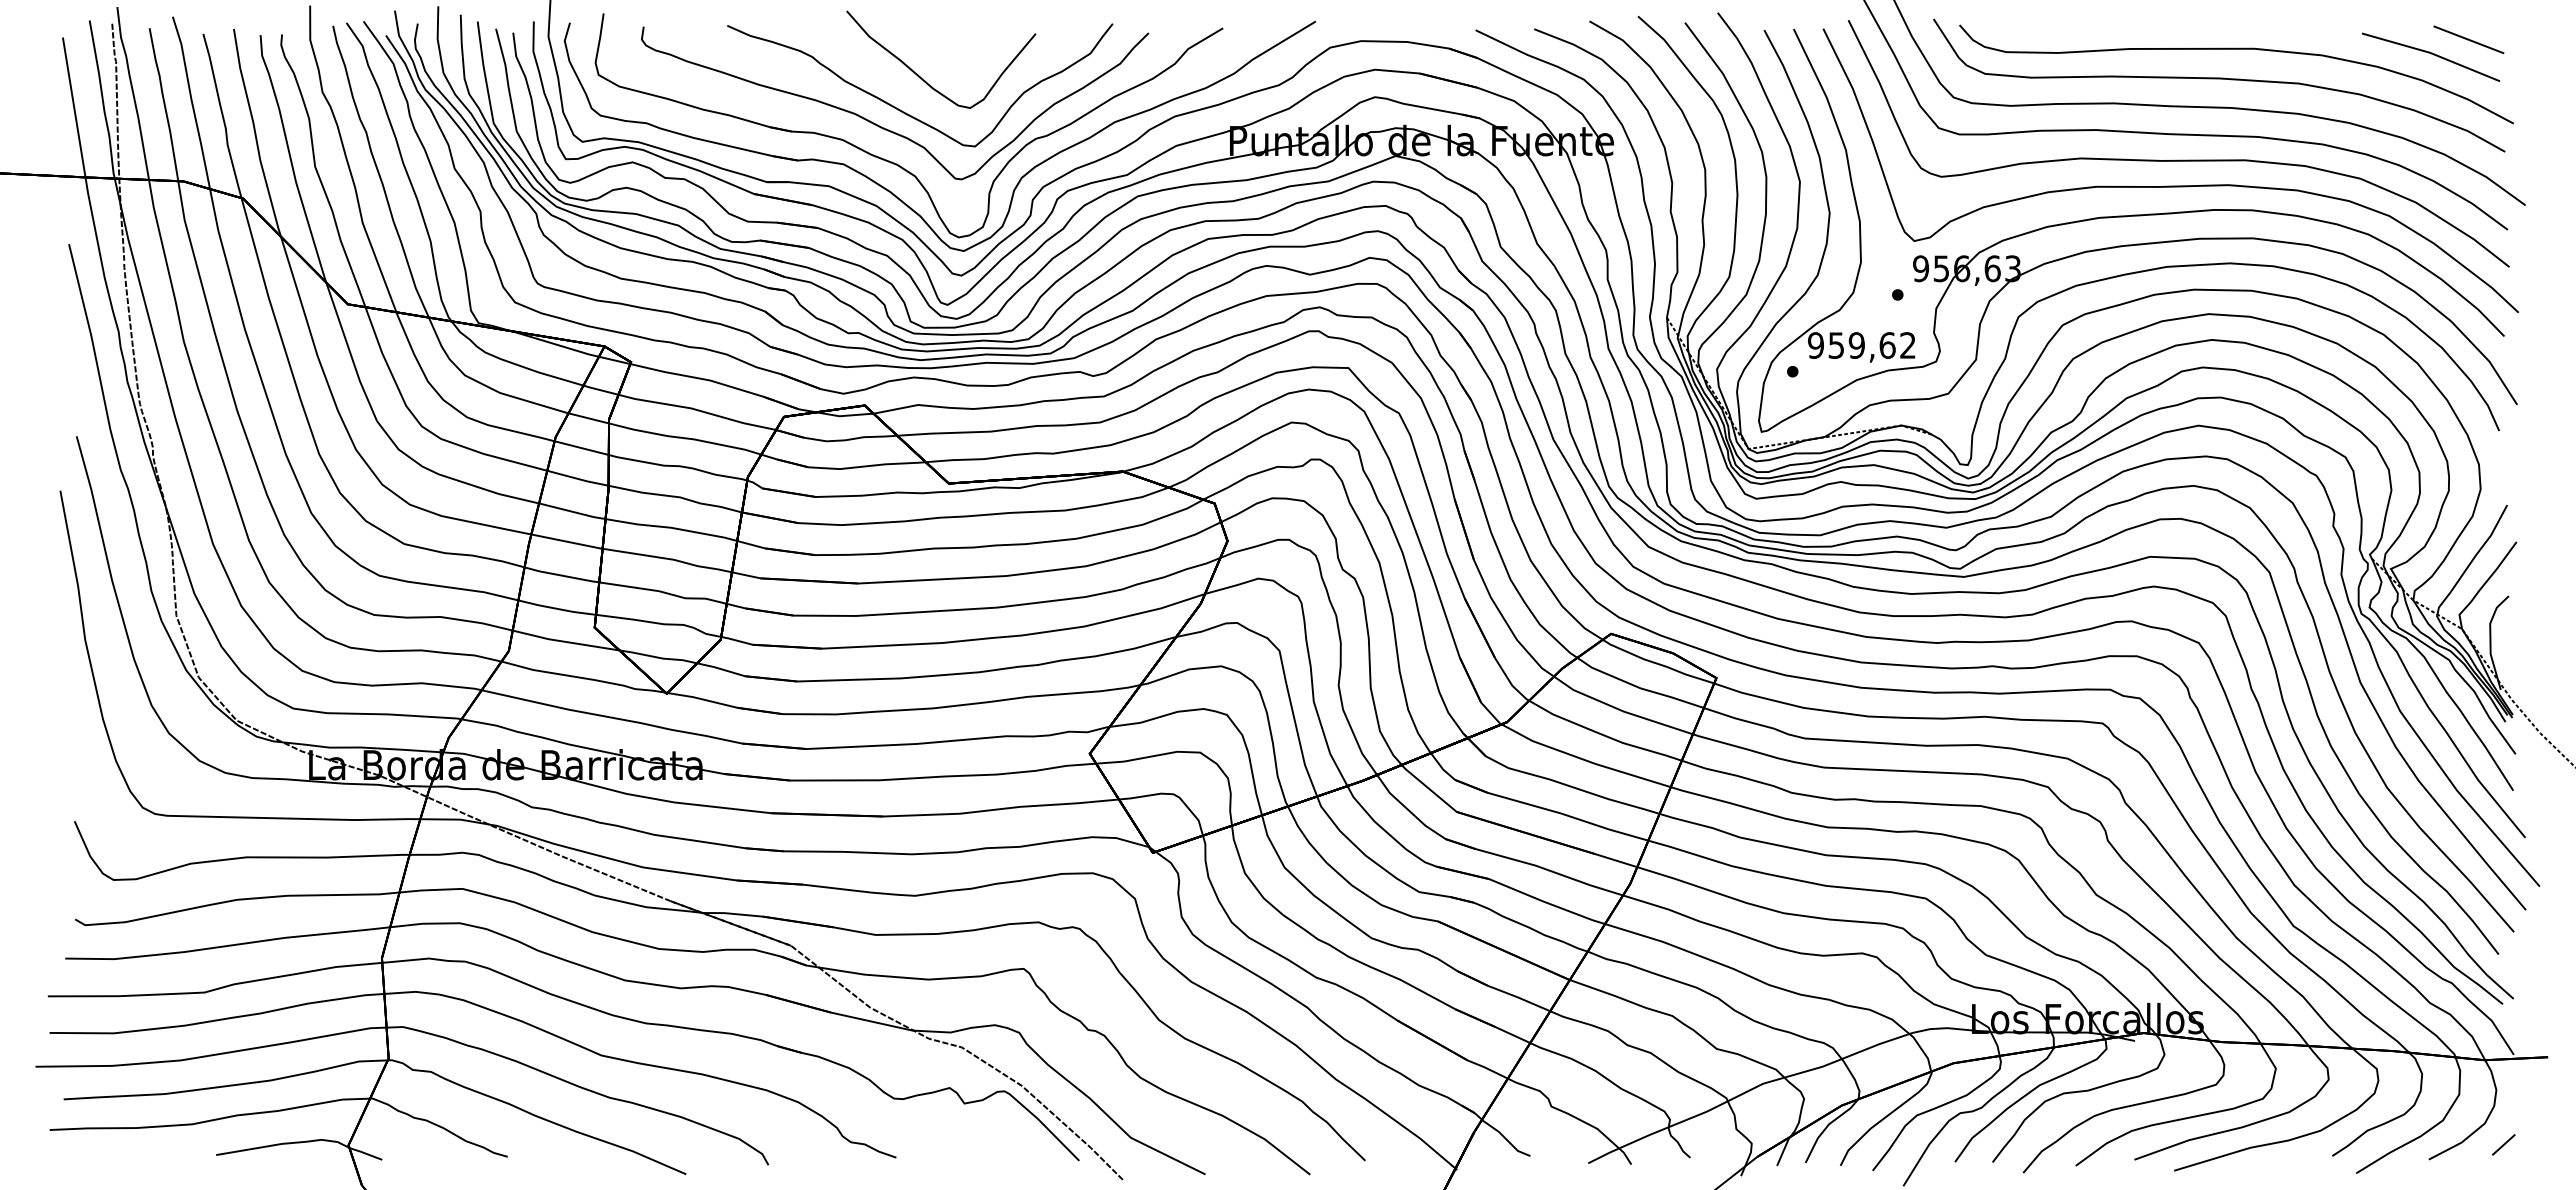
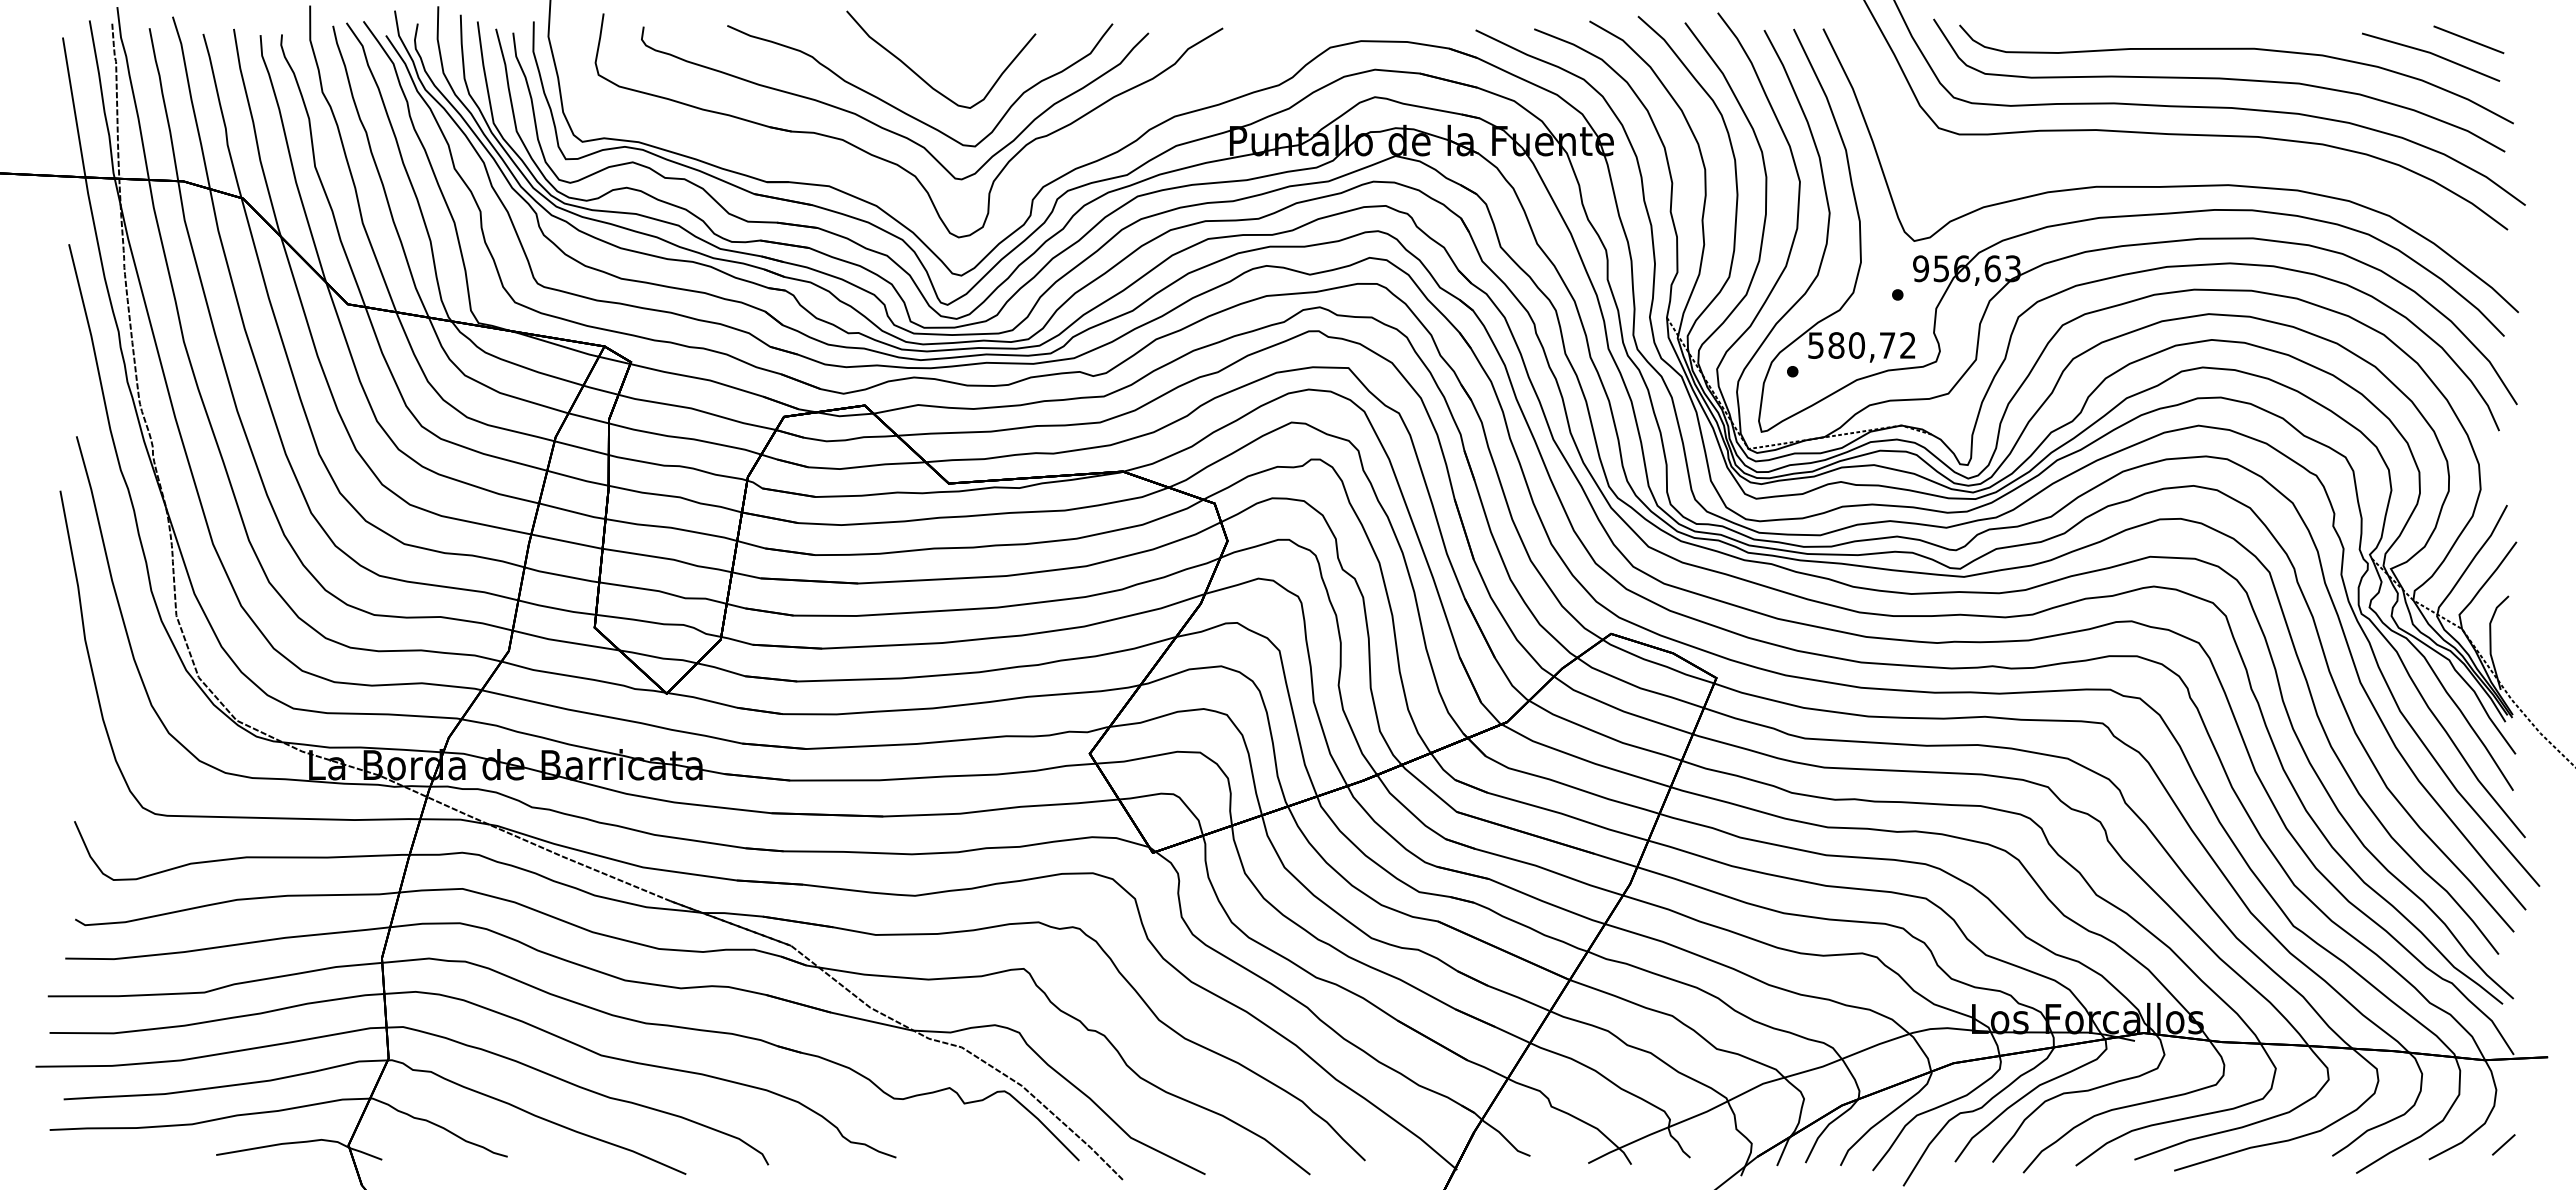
curve at (2178, 159): present -> none
part at (895, 194): present -> none
text at (1851, 345): 959,62 -> 580,72
